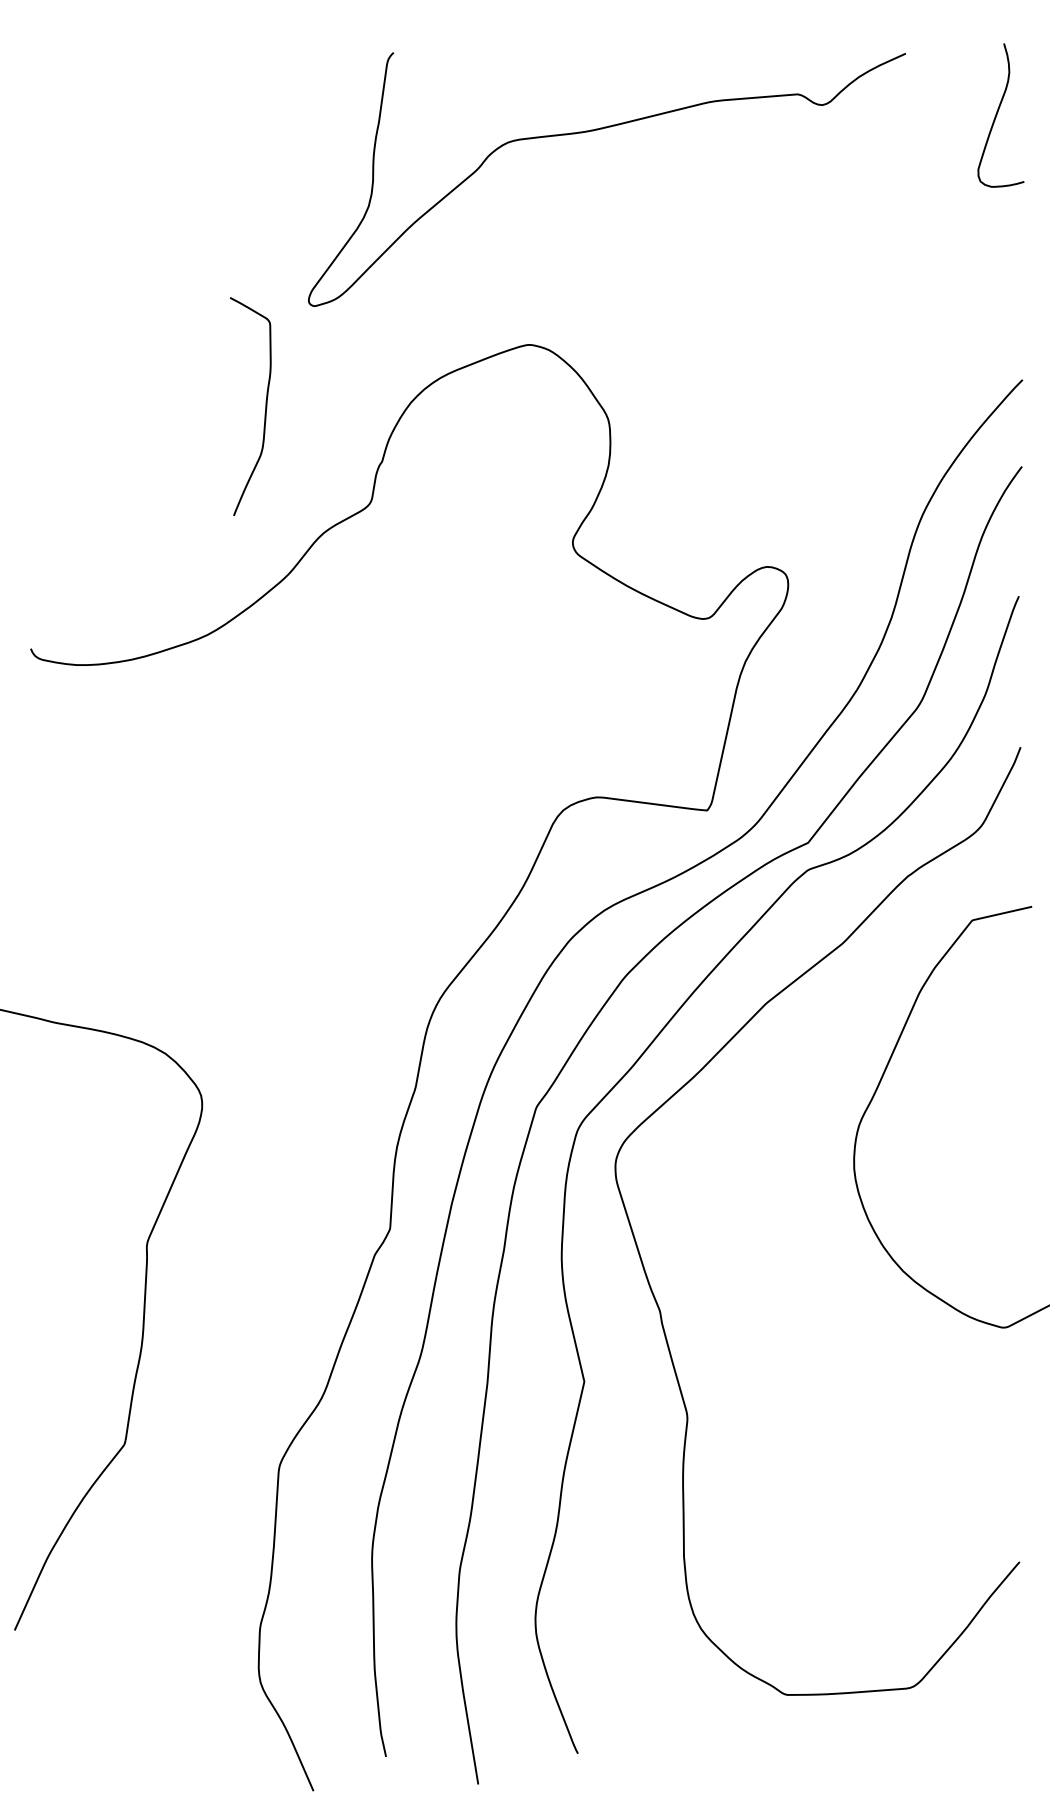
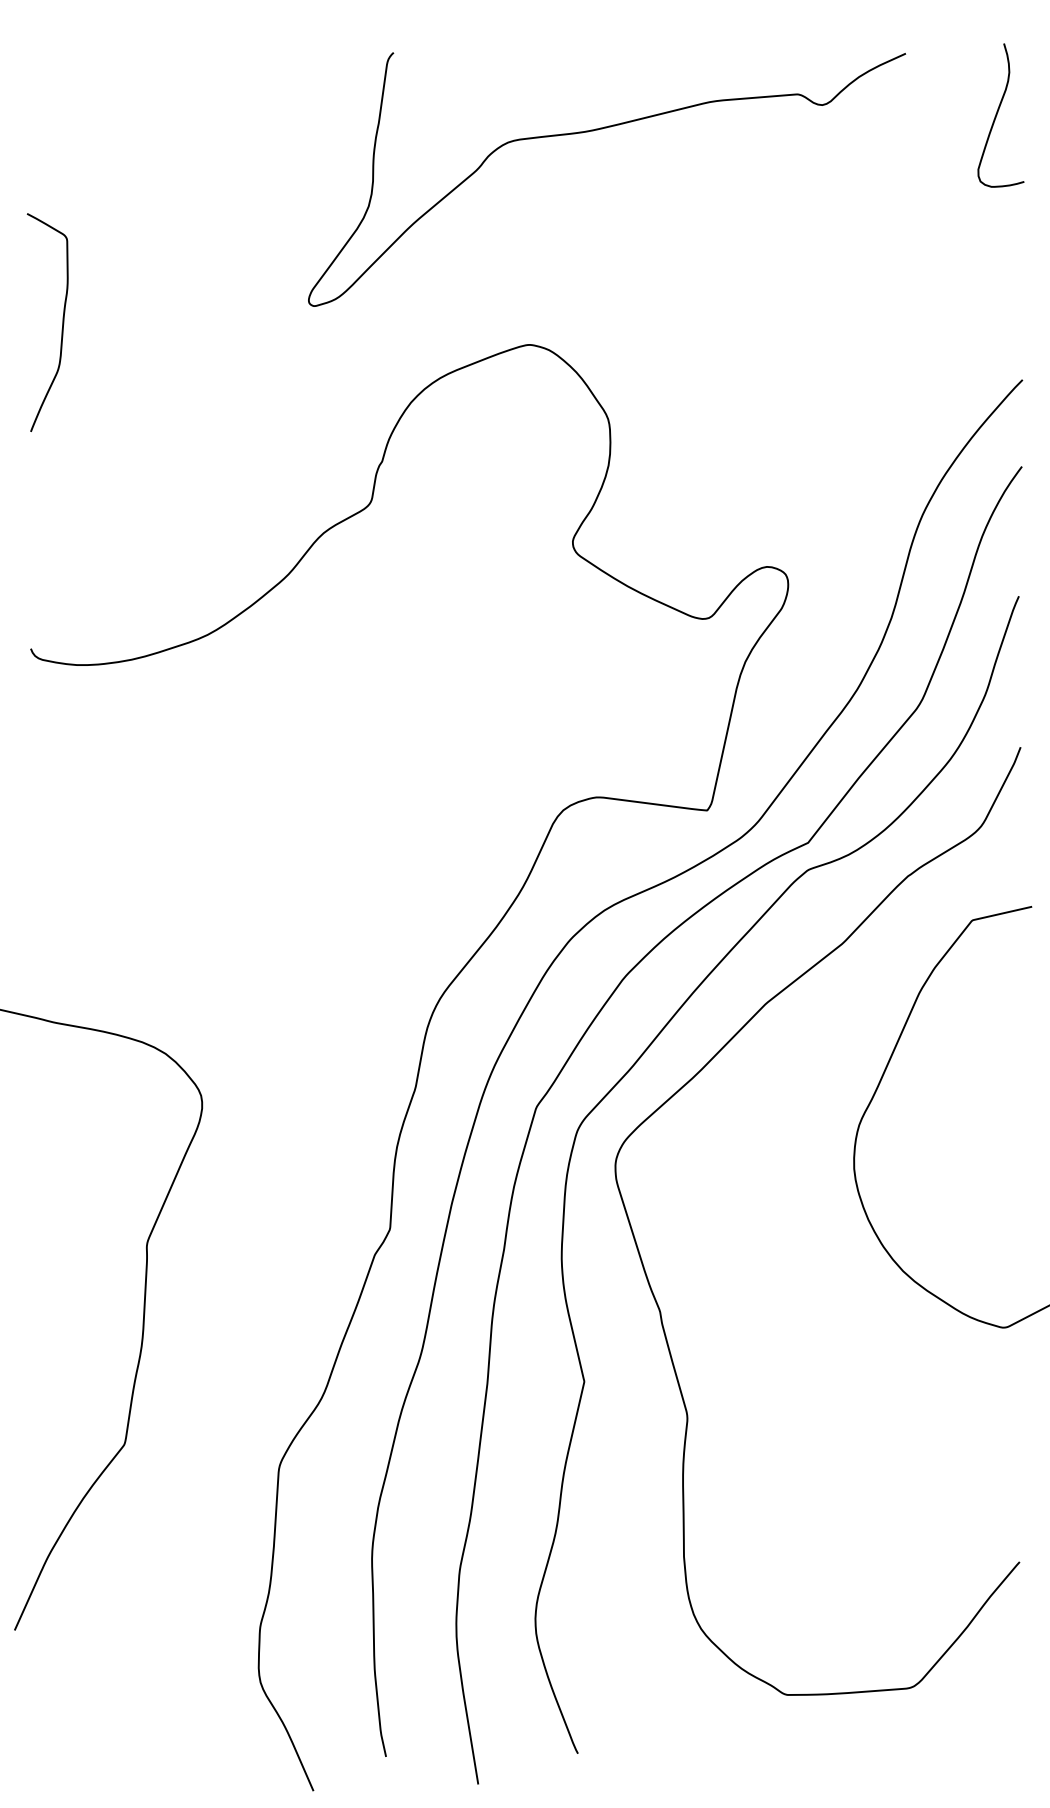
curve at (265, 406) position: (265, 406) -> (62, 322)
